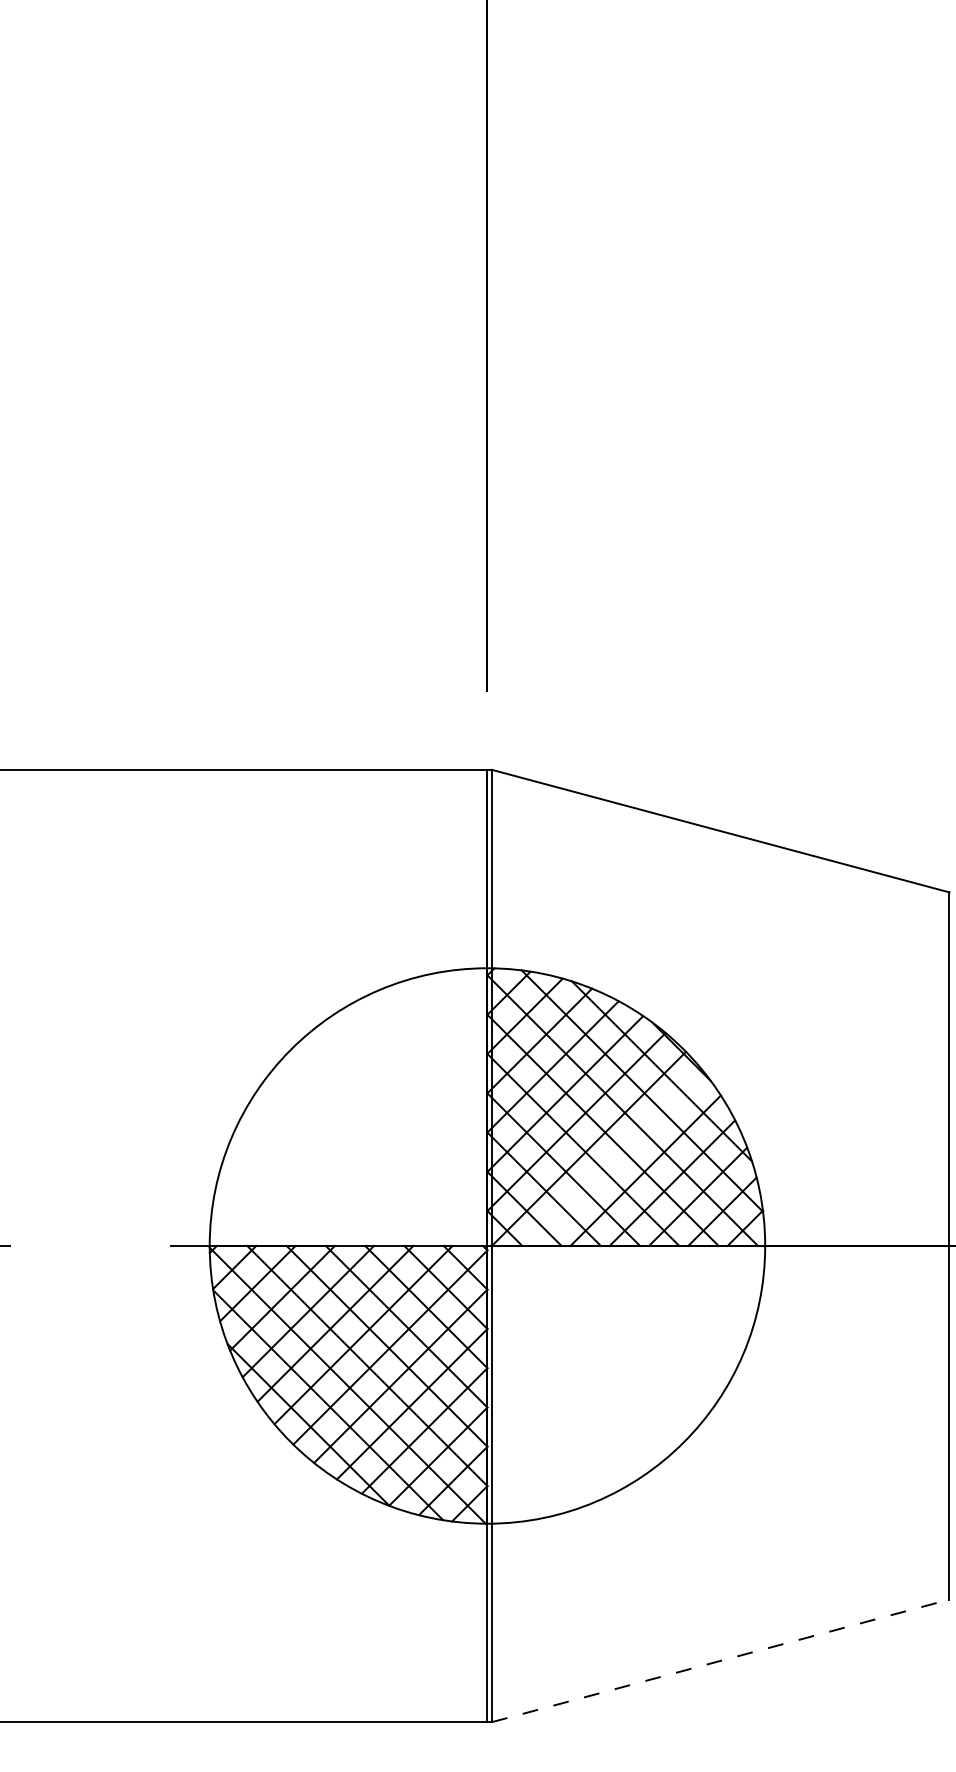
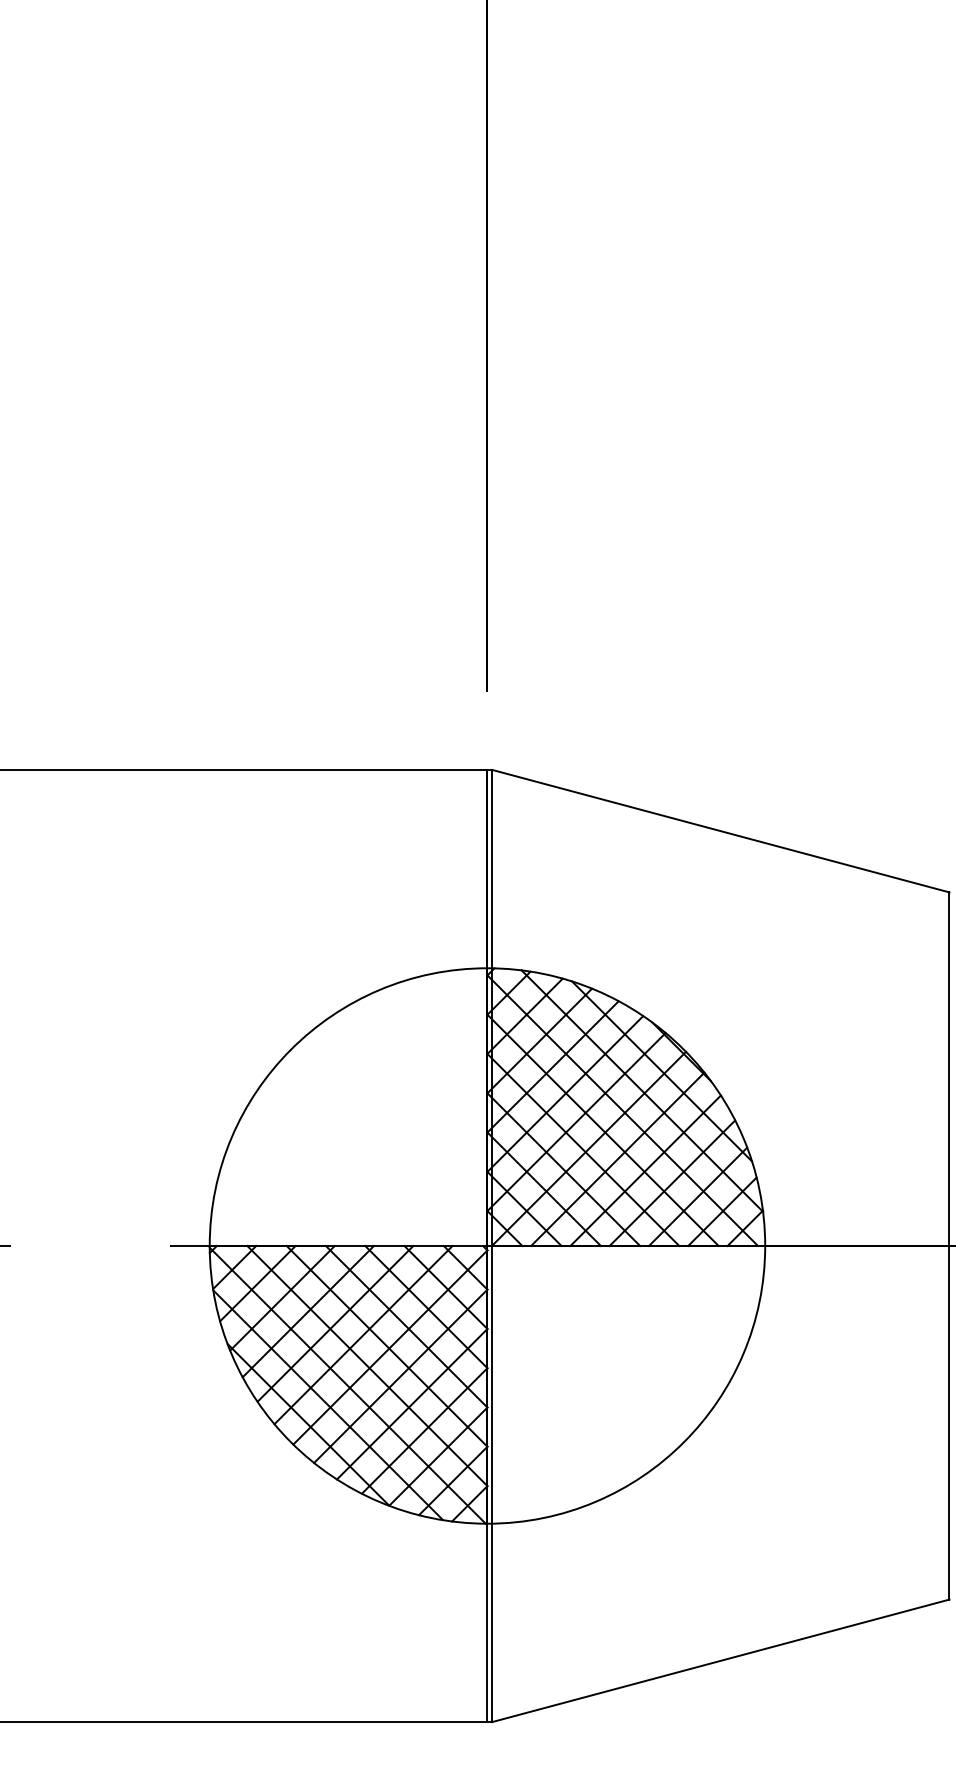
line at (617, 1159): none -> present
line at (720, 1660): dashed -> solid
